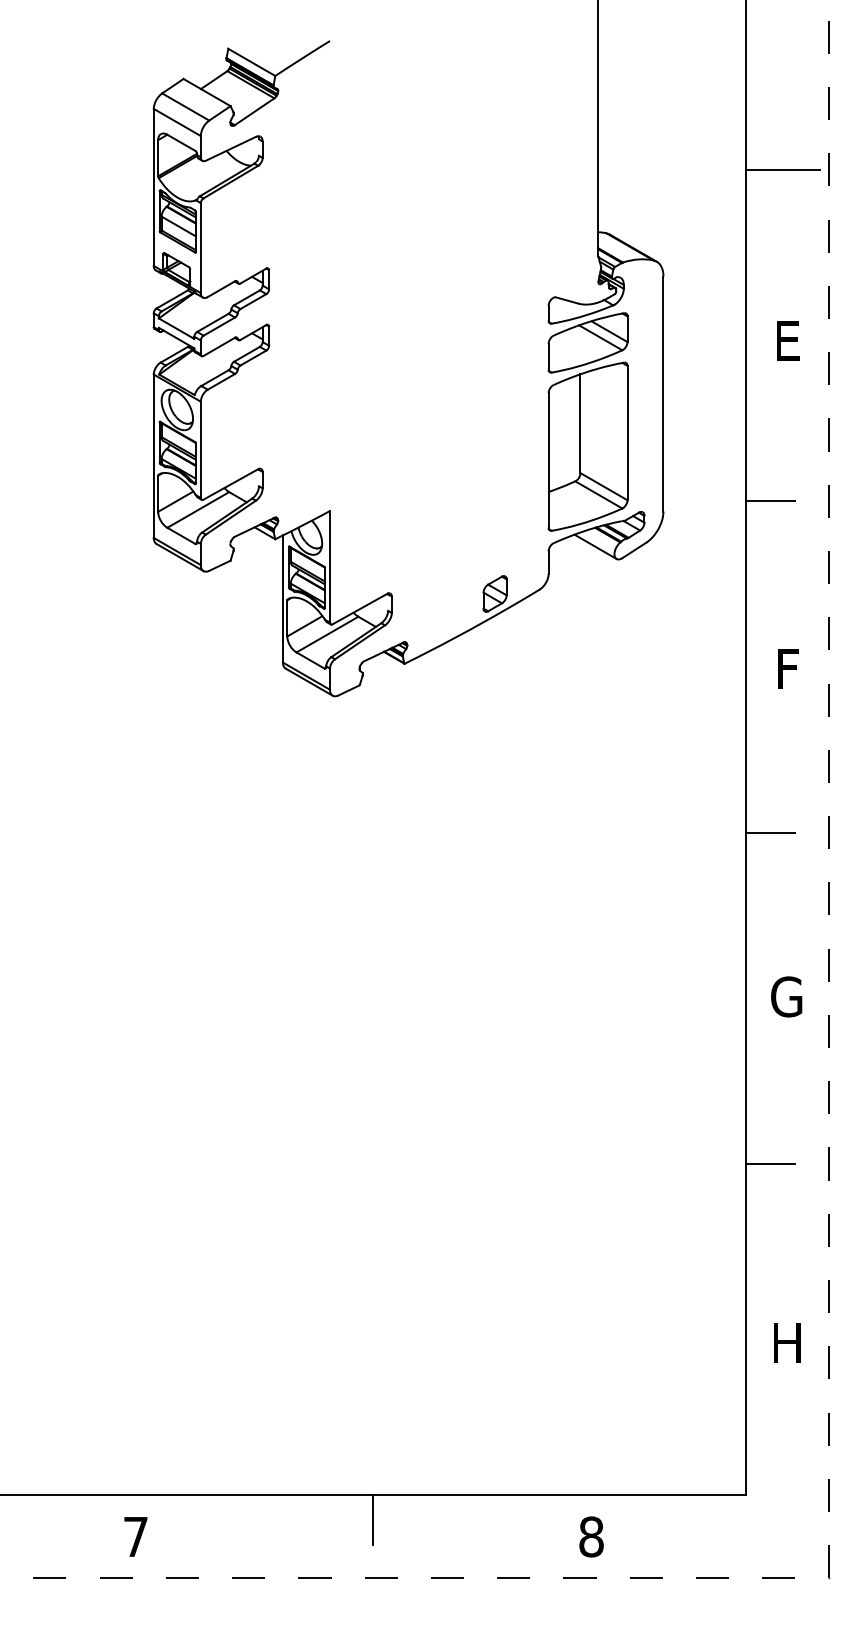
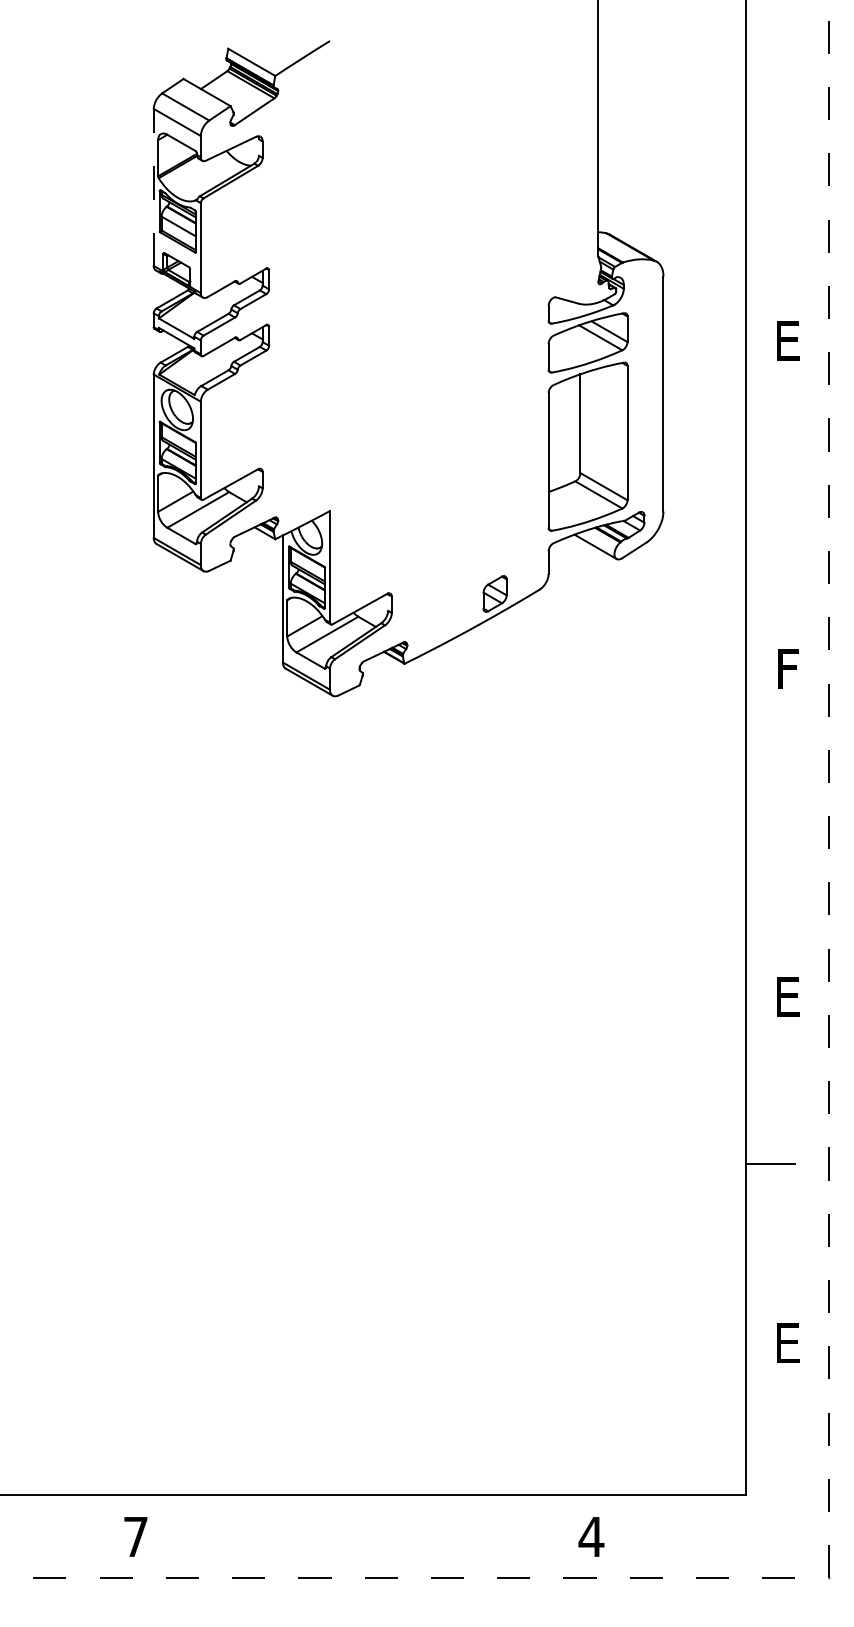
line at (782, 169): present -> none
line at (153, 186): solid -> dashed
line at (770, 501): present -> none
line at (770, 832): present -> none
text at (786, 996): G -> E
text at (787, 1342): H -> E
line at (372, 1520): present -> none
text at (591, 1536): 8 -> 4
